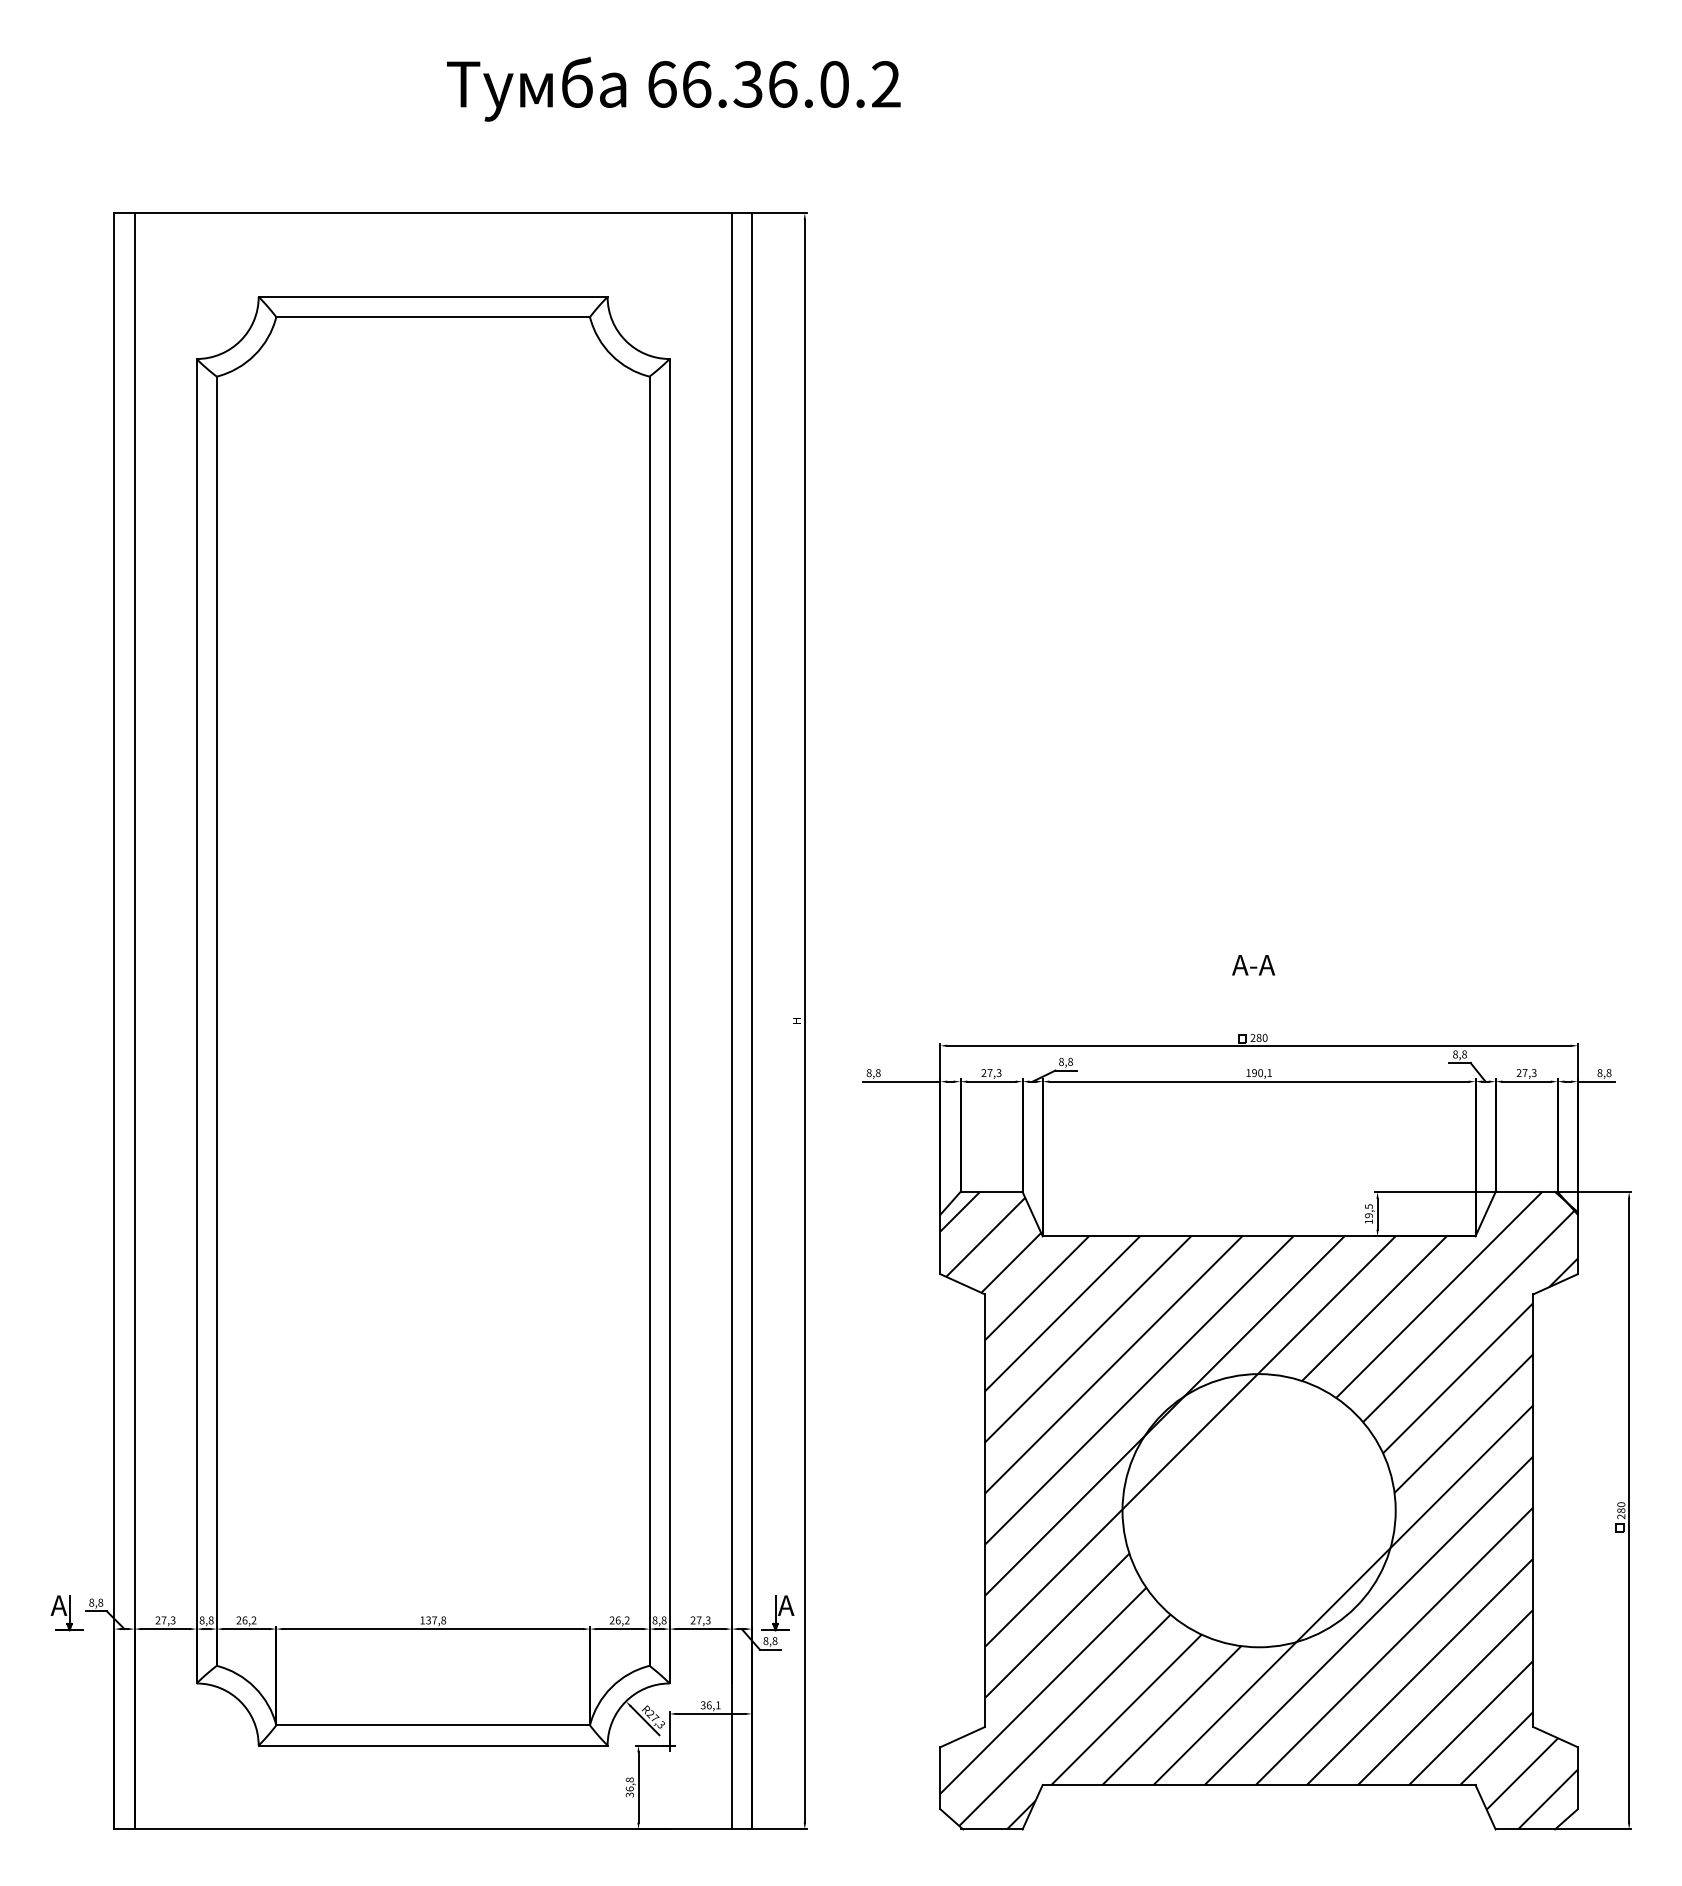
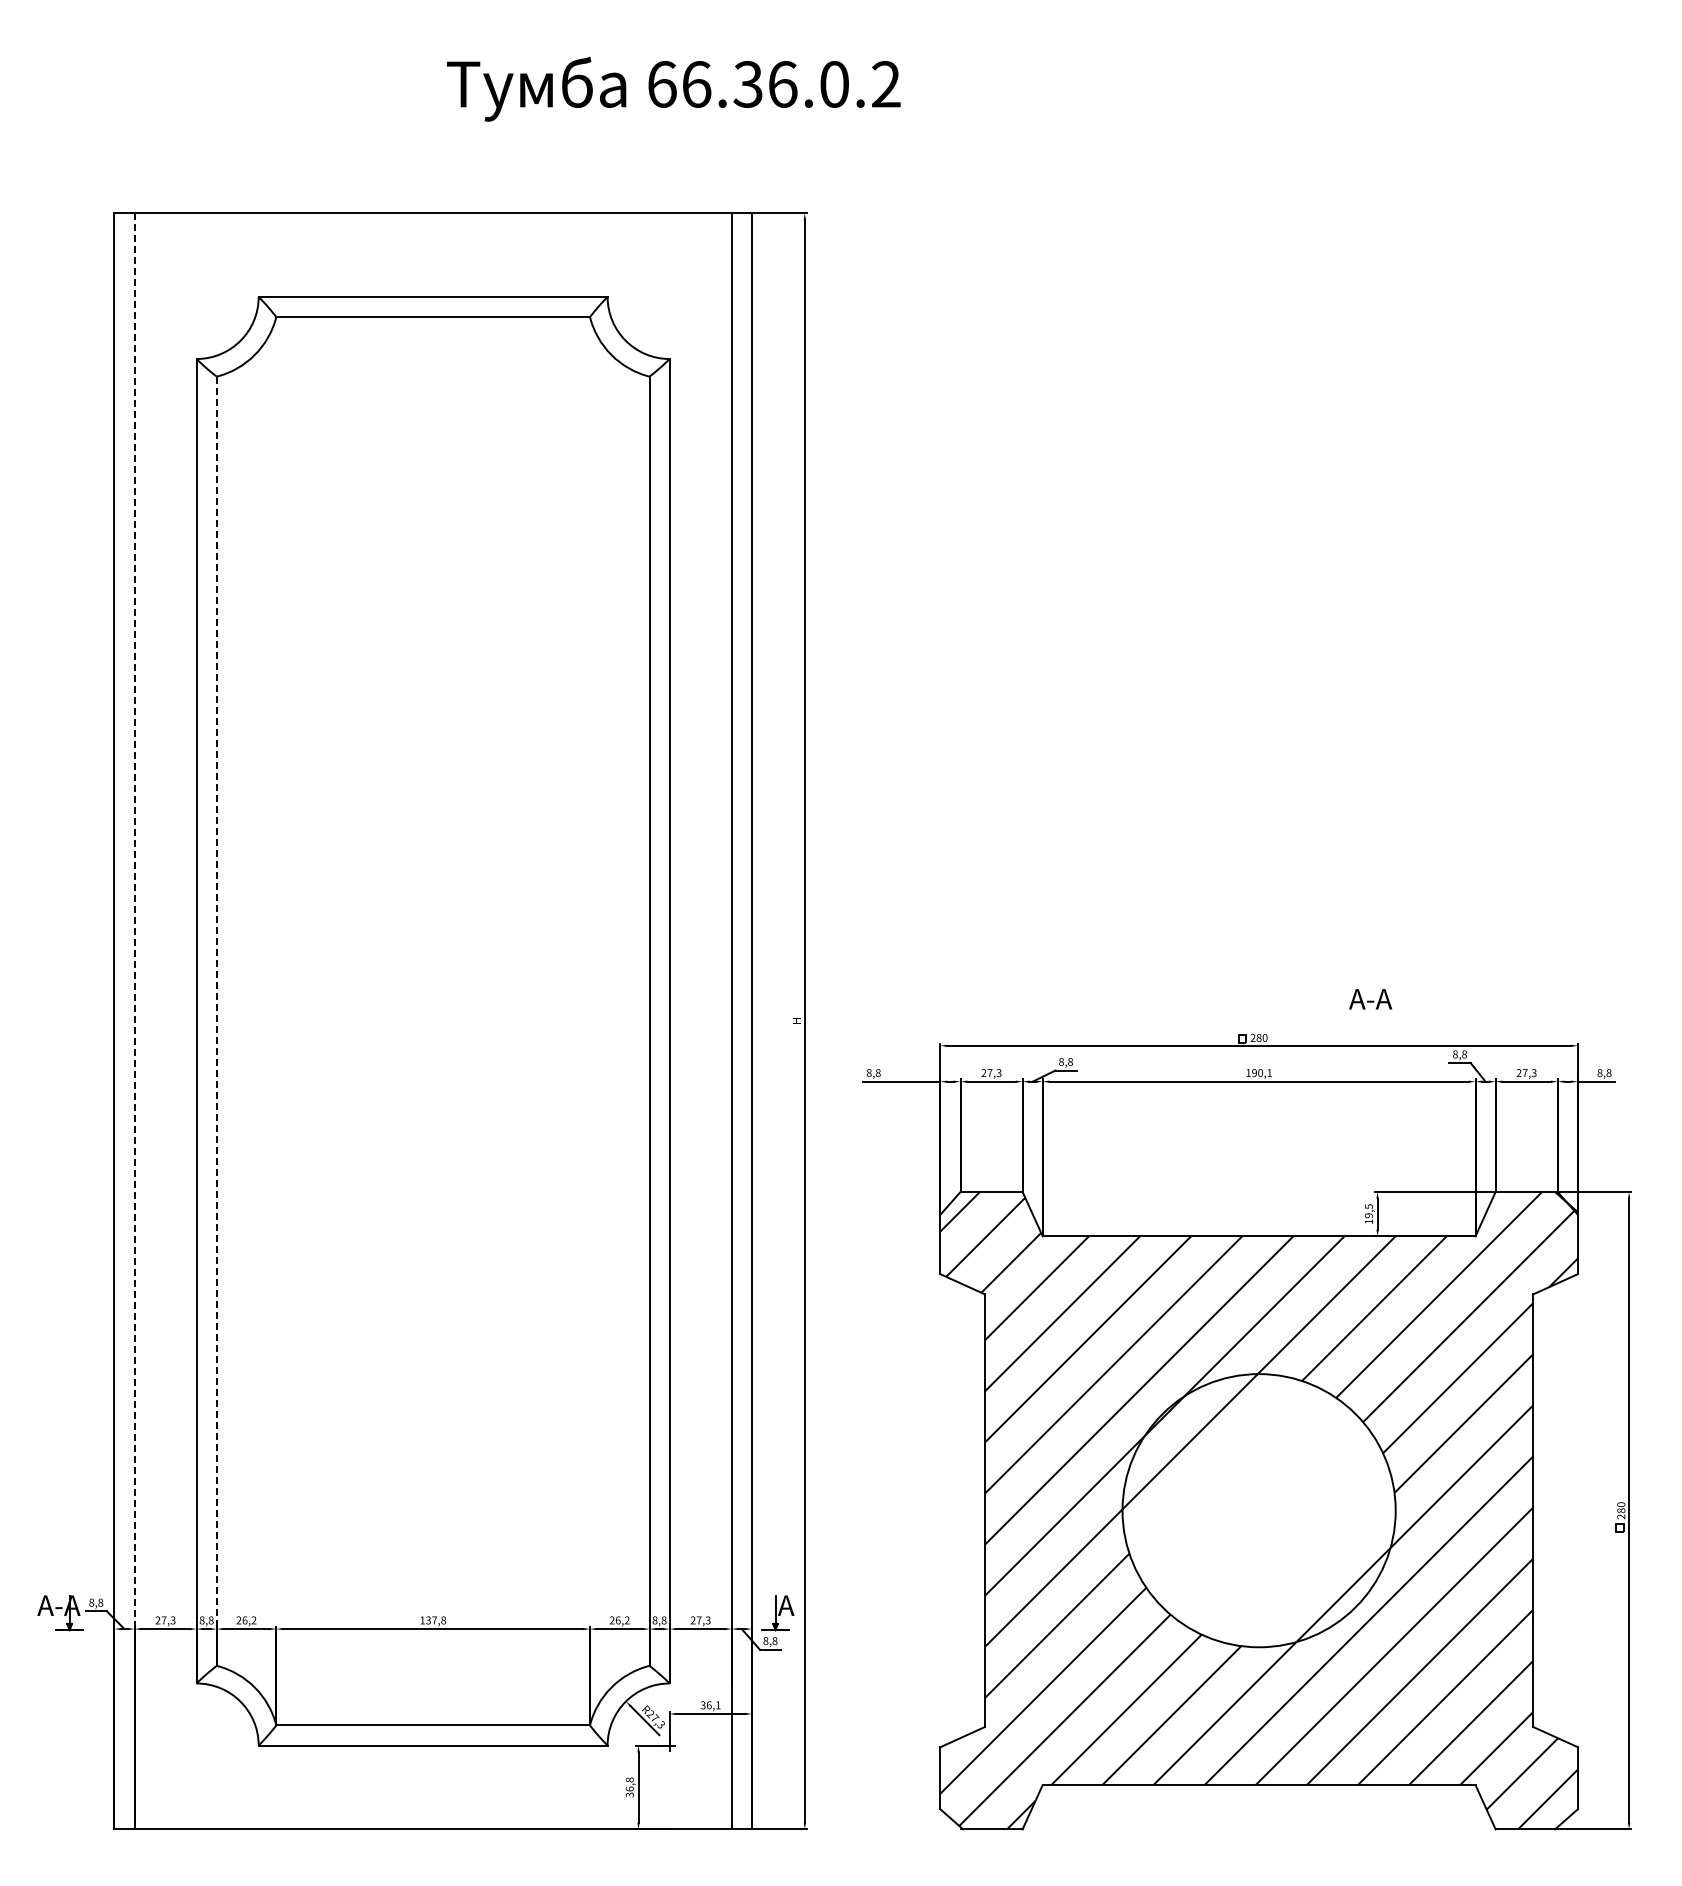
text at (1253, 965) position: (1253, 965) -> (1370, 999)
line at (134, 1021): solid -> dashed
line at (216, 1021): solid -> dashed
text at (58, 1605): А -> А-А
